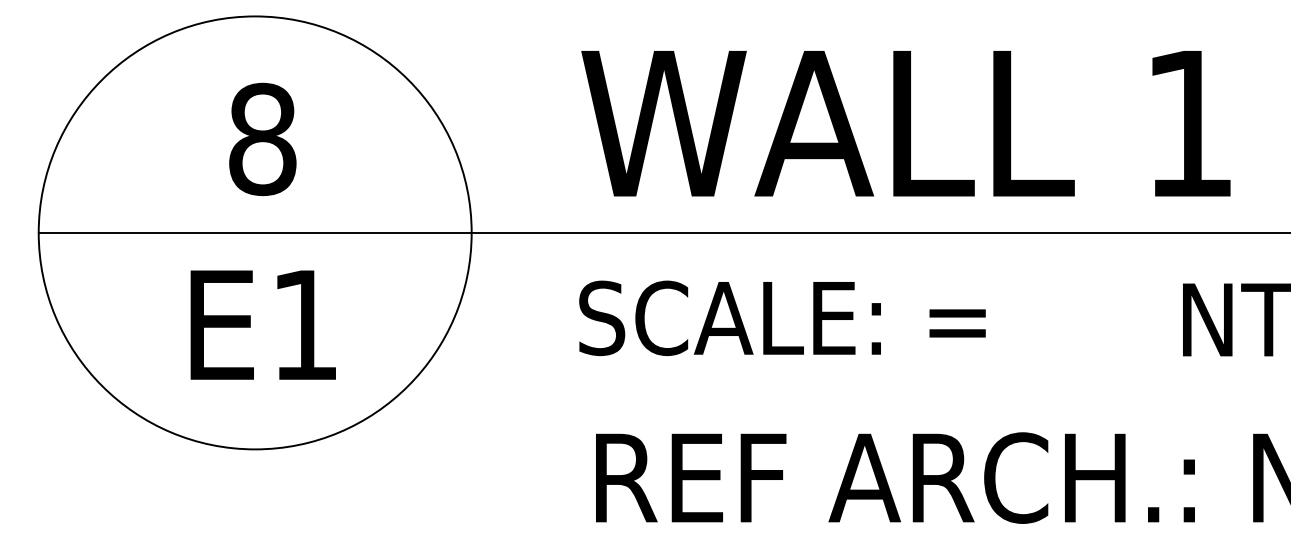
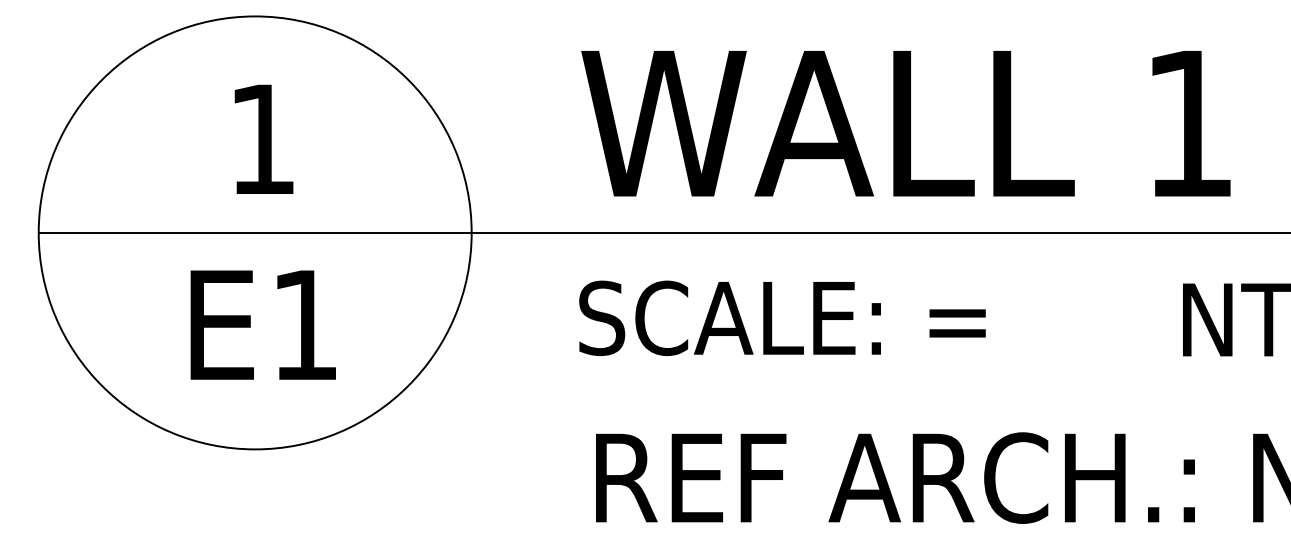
text at (262, 139): 8 -> 1
